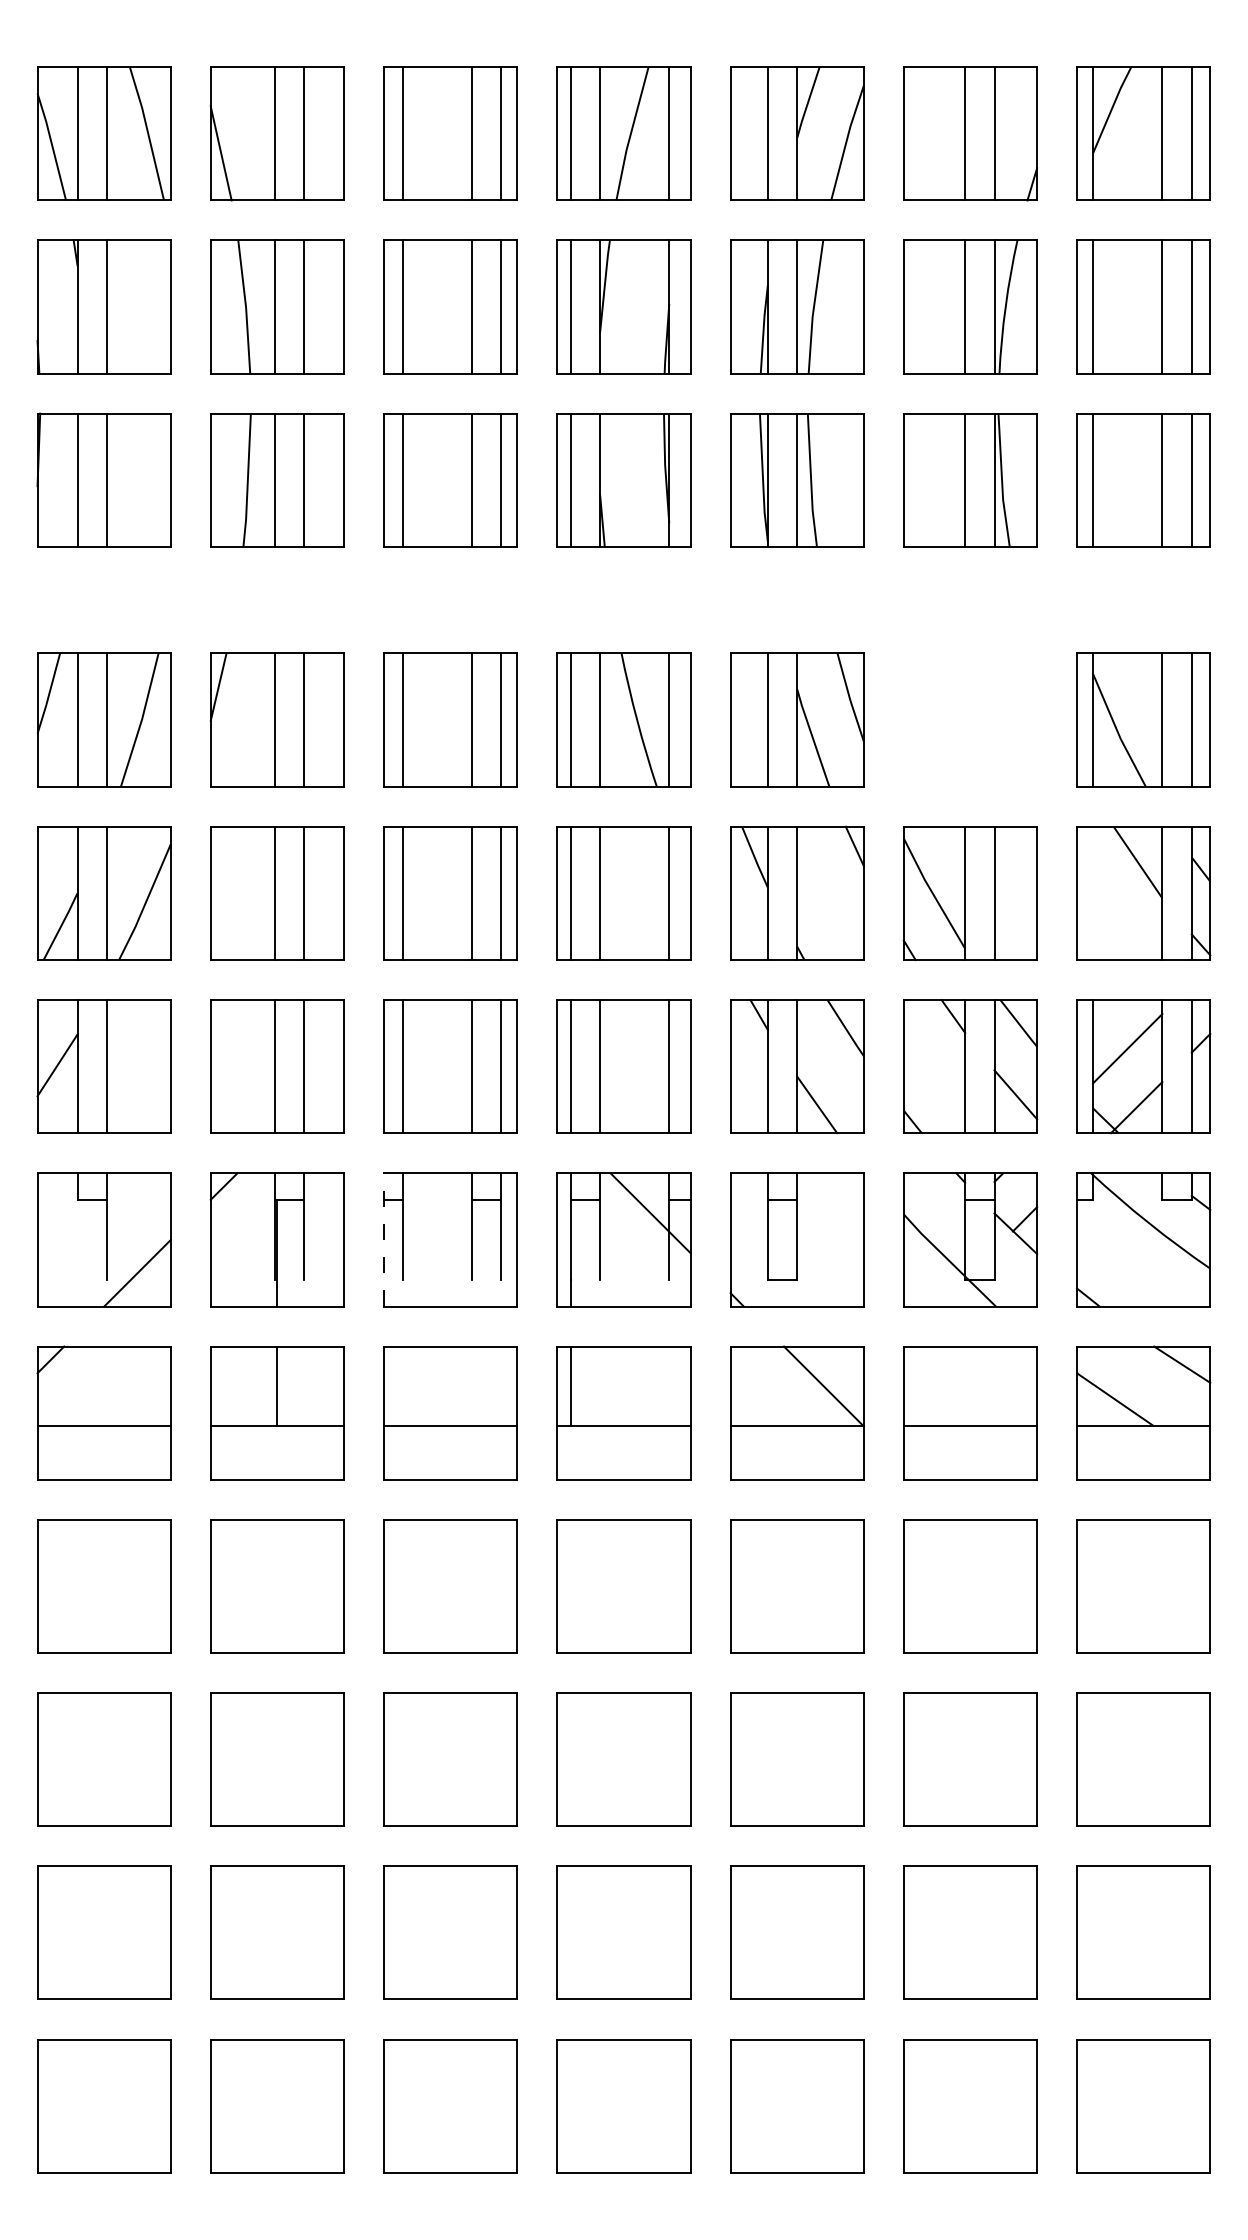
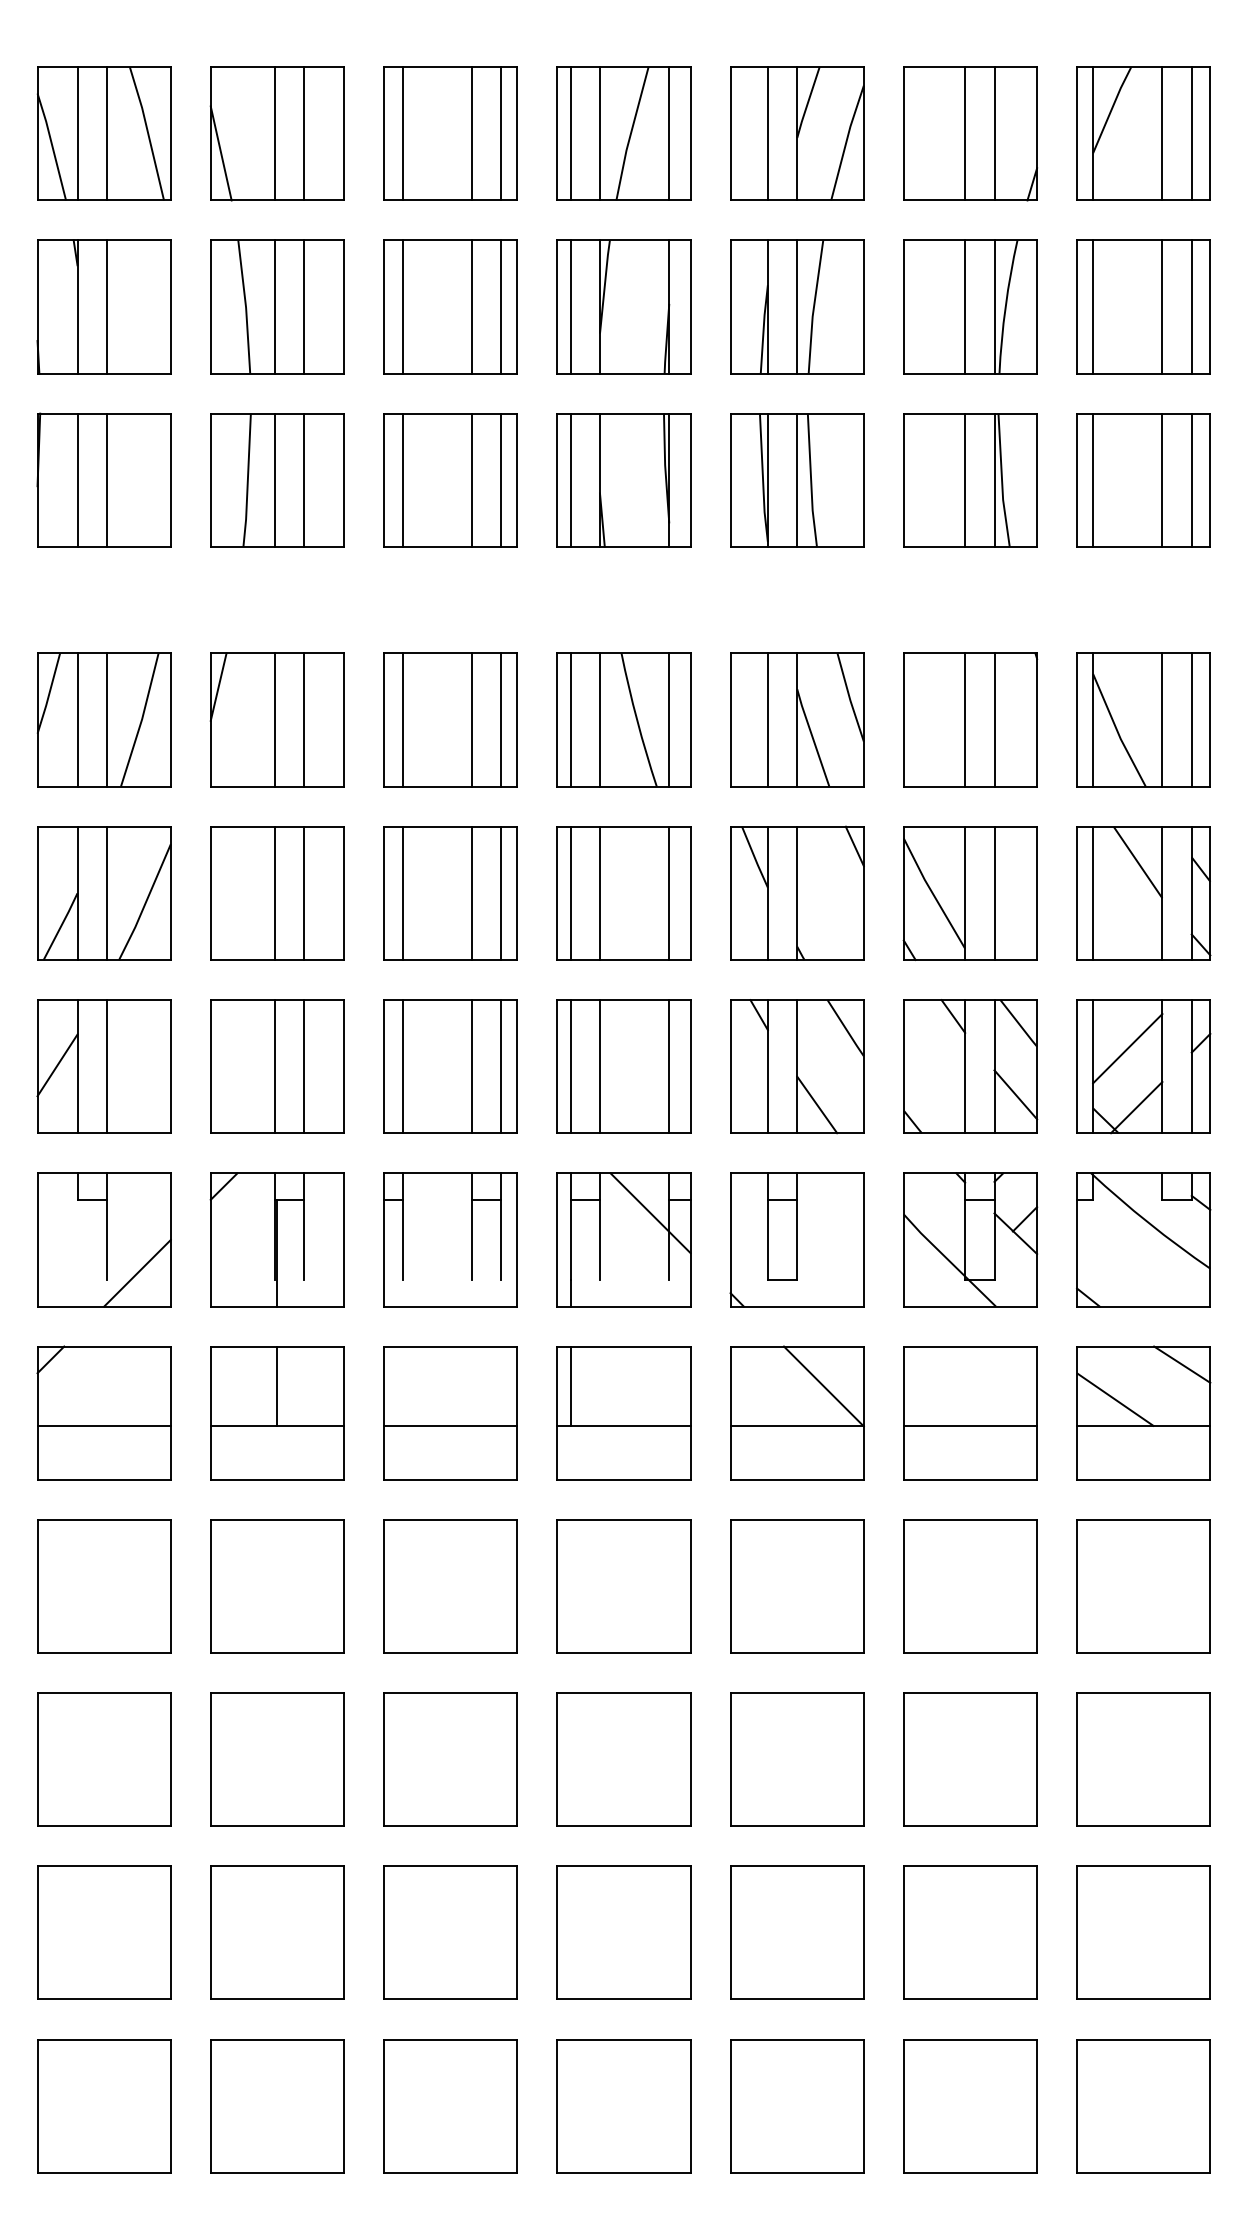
part at (970, 719): none -> present
line at (1093, 892): none -> present
line at (384, 1239): dashed -> solid
